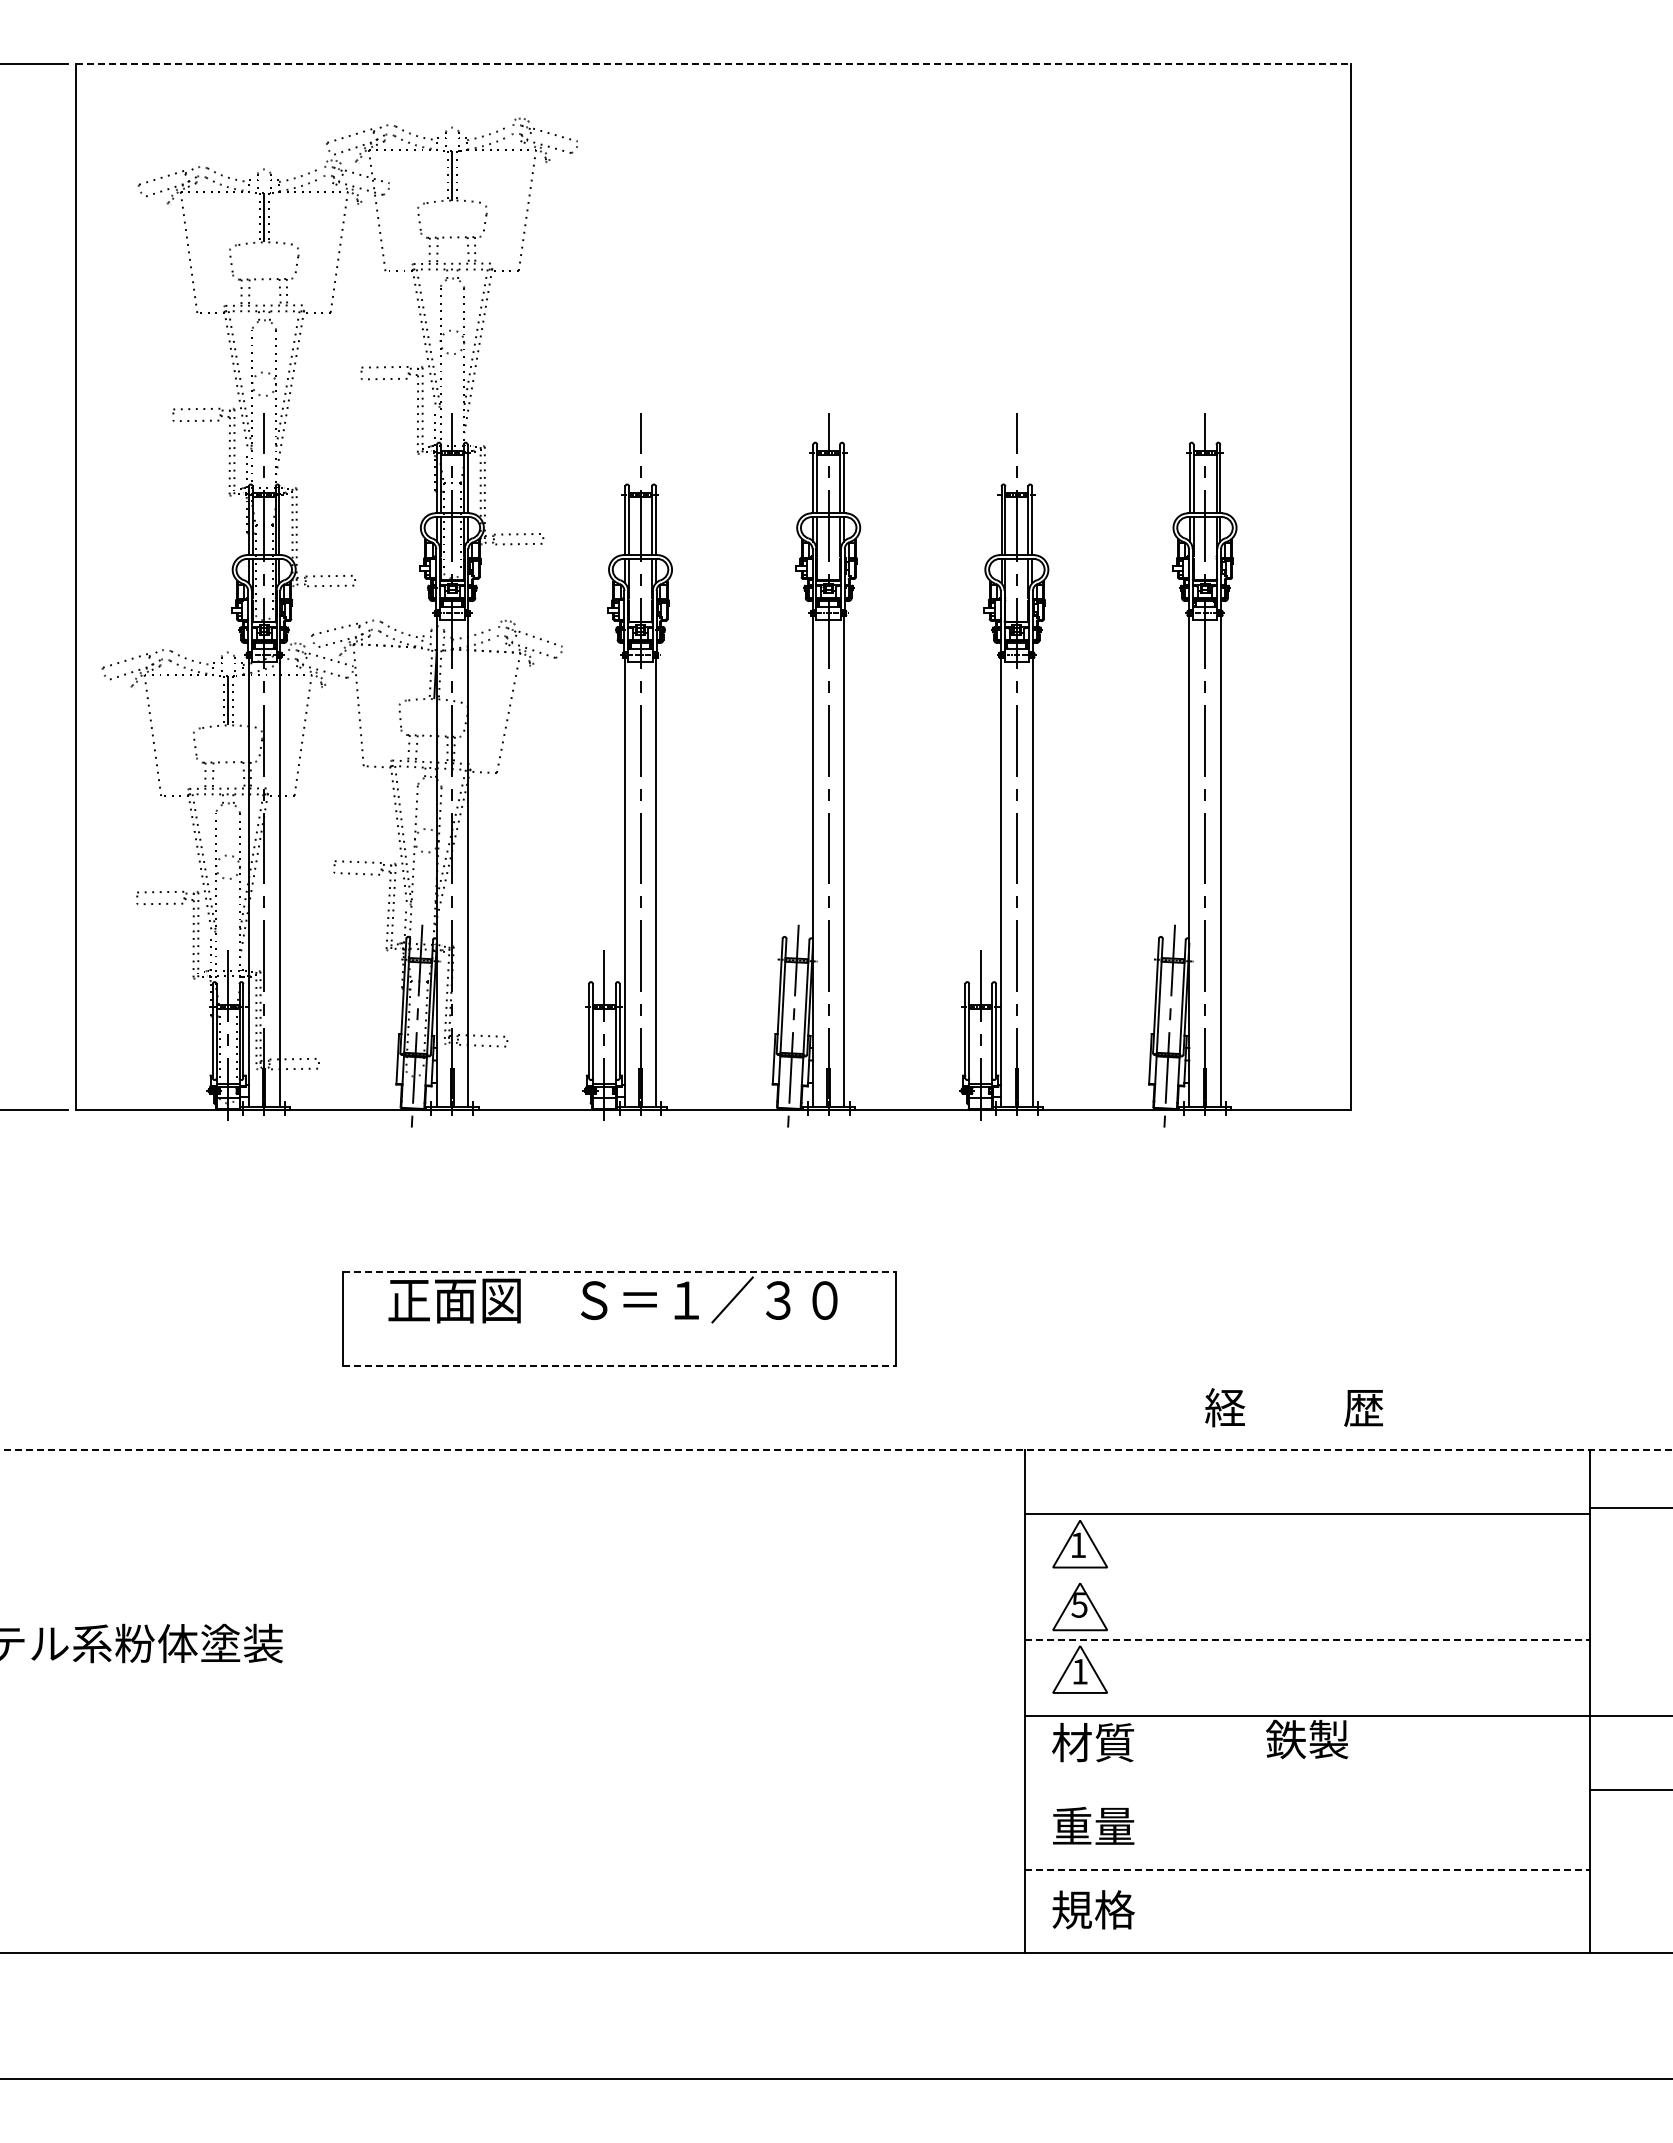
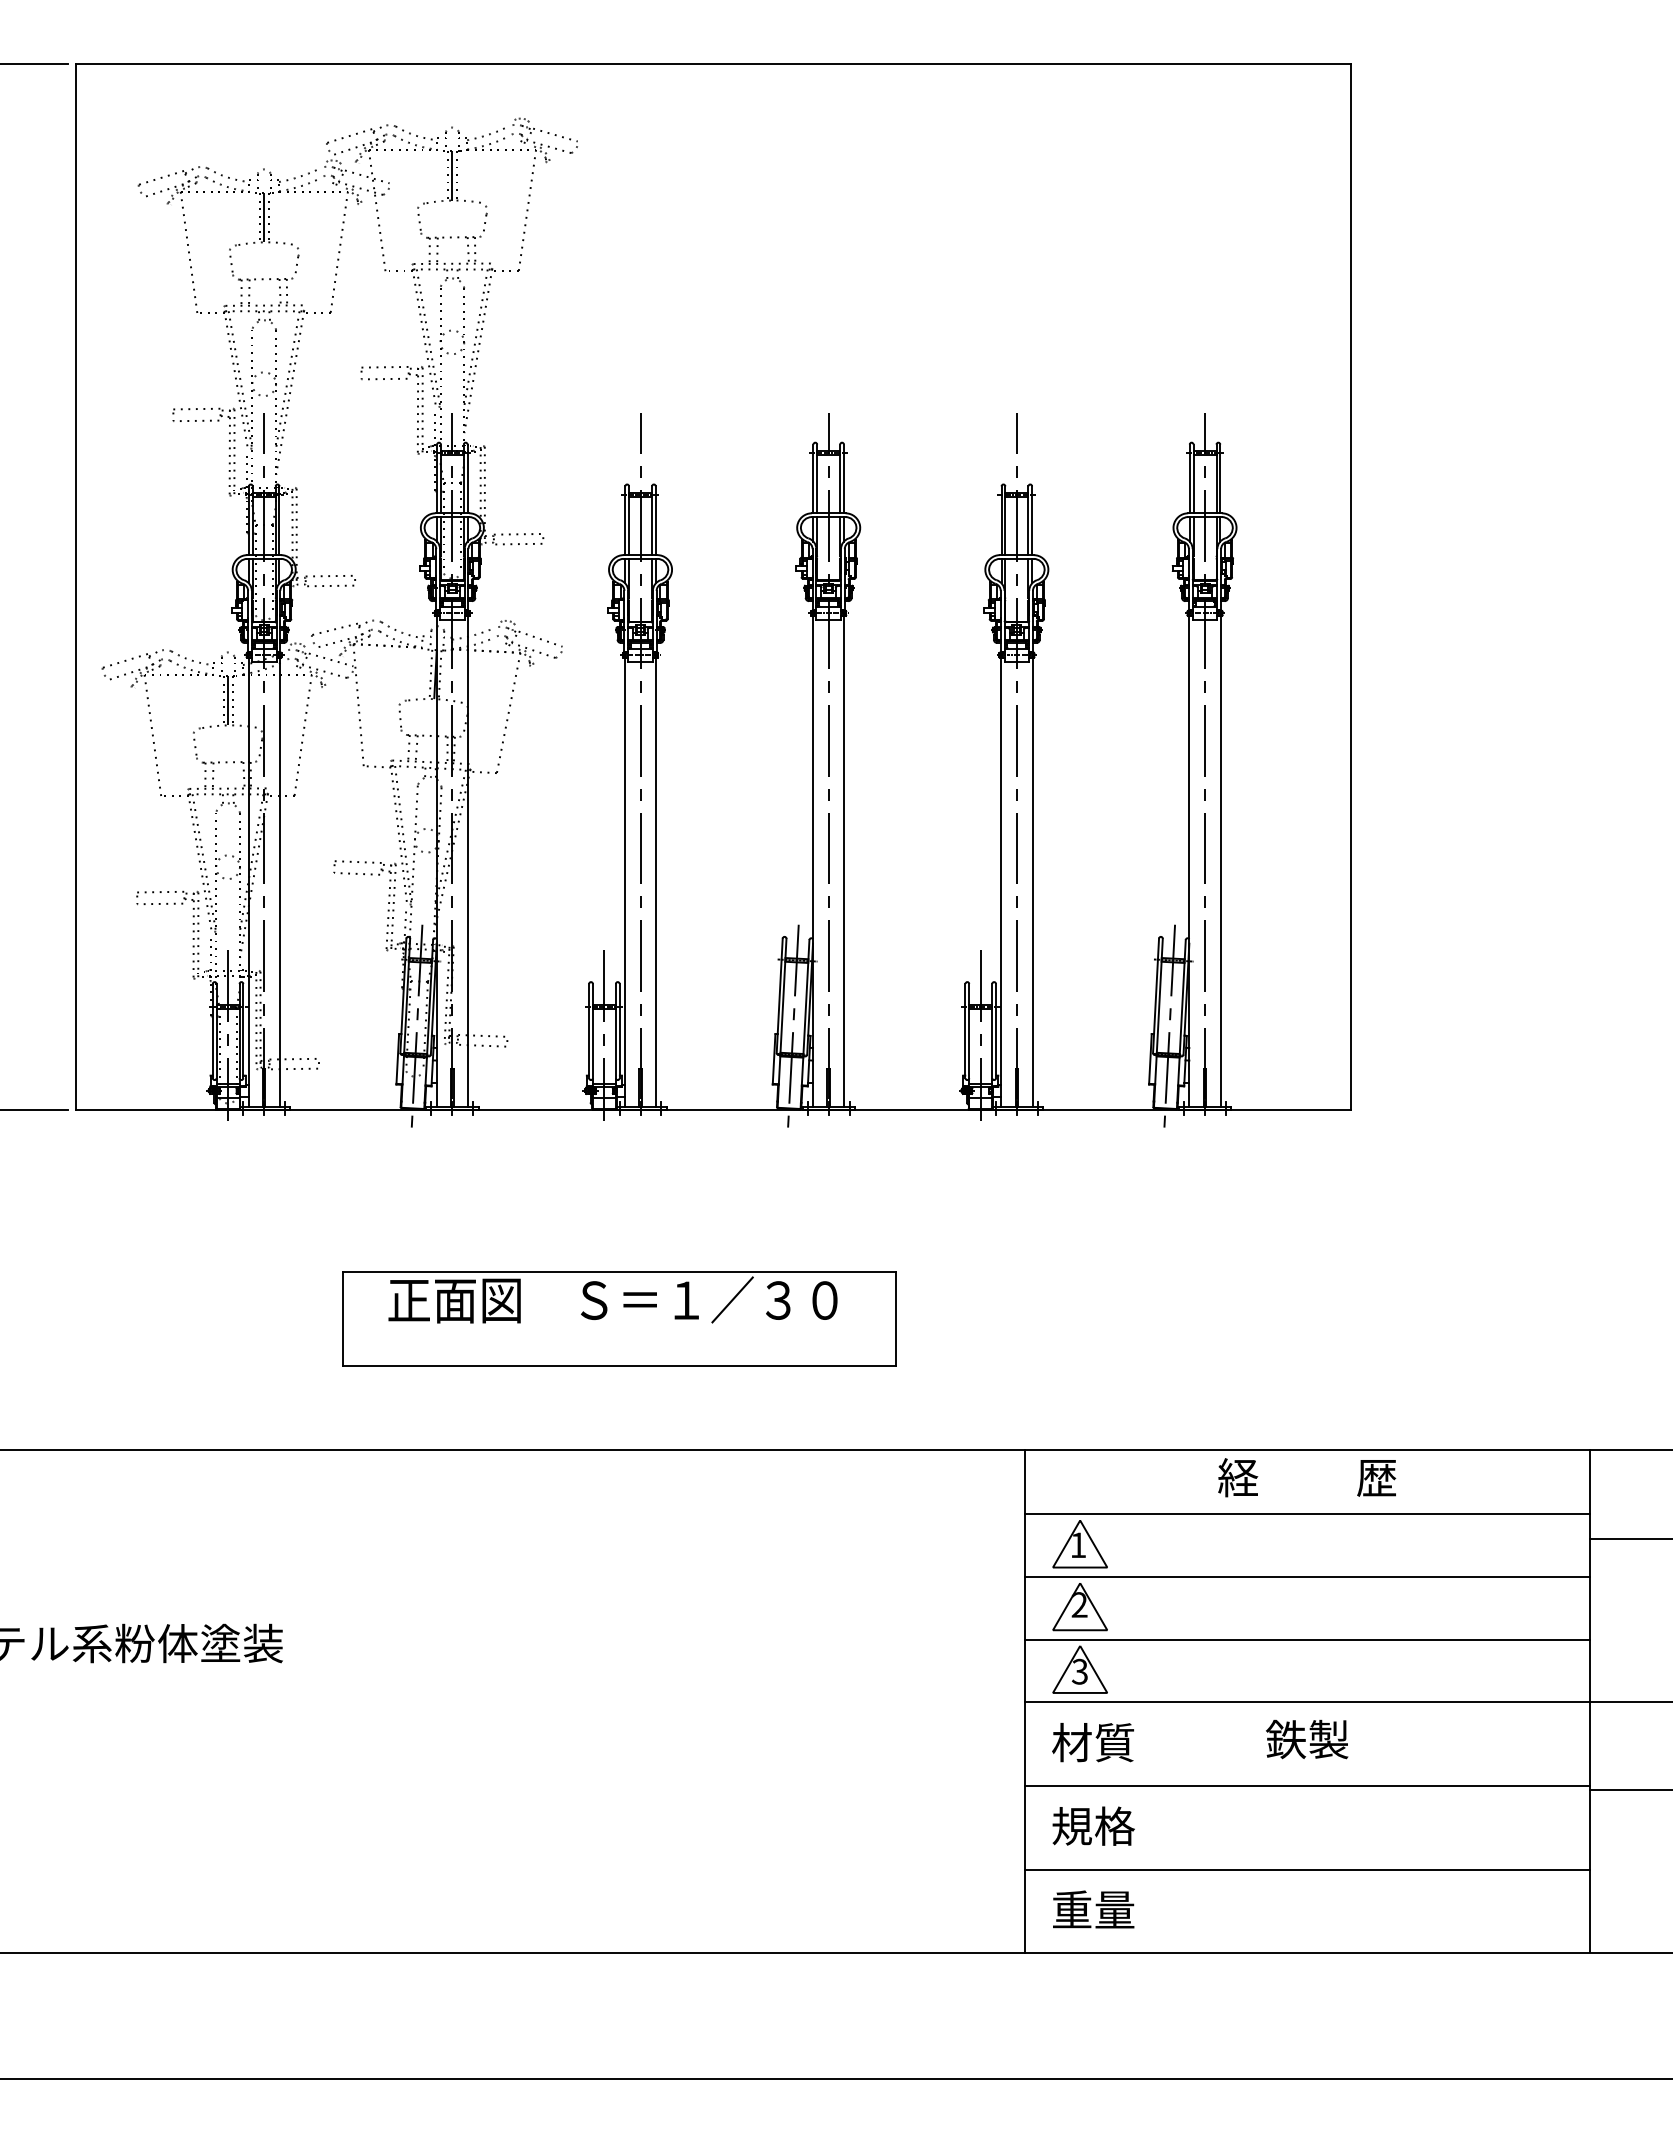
line at (713, 64): dashed -> solid
line at (619, 1272): dashed -> solid
line at (619, 1366): dashed -> solid
text at (1294, 1407) position: (1294, 1407) -> (1307, 1477)
line at (836, 1449): dashed -> solid
line at (1629, 1508) position: (1629, 1508) -> (1629, 1539)
line at (1307, 1576): none -> present
text at (1079, 1604): 5 -> 2
line at (1308, 1639): dashed -> solid
text at (1079, 1671): 1 -> 3
line at (1347, 1716) position: (1347, 1716) -> (1347, 1702)
line at (1307, 1786): none -> present
text at (1093, 1825): 重量 -> 規格
line at (1308, 1869): dashed -> solid
text at (1093, 1909): 規格 -> 重量
